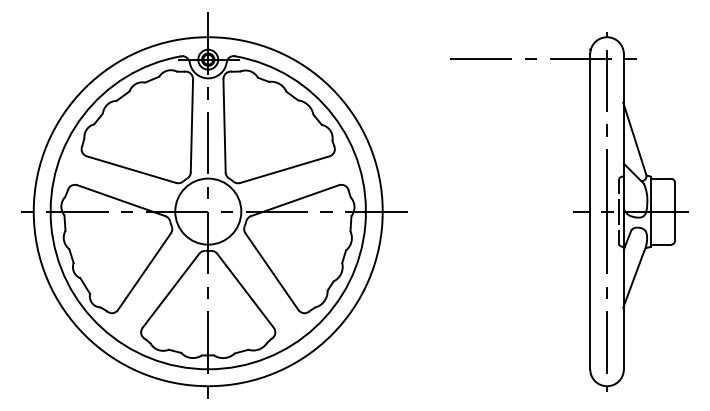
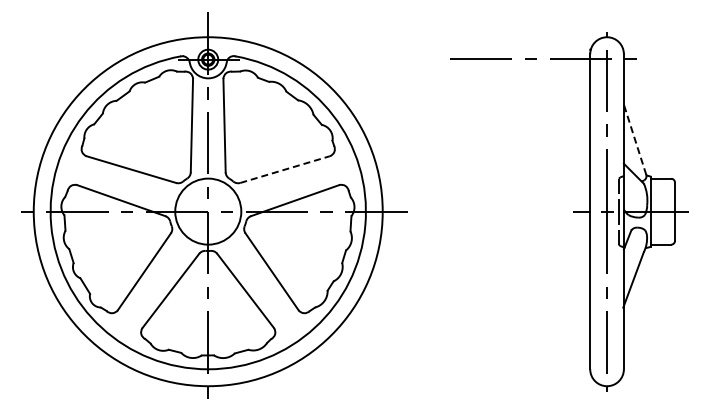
line at (634, 138): solid -> dashed
line at (285, 169): solid -> dashed
